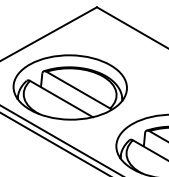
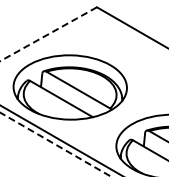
line at (48, 34): solid -> dashed
line at (56, 145): solid -> dashed
